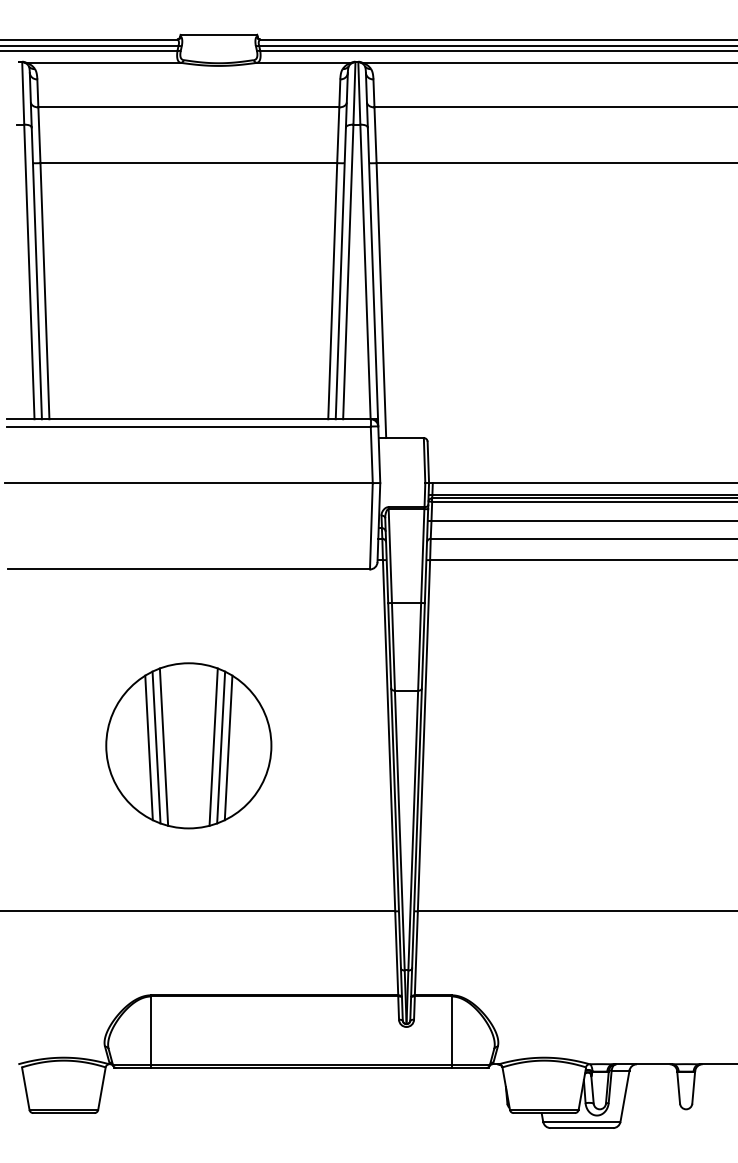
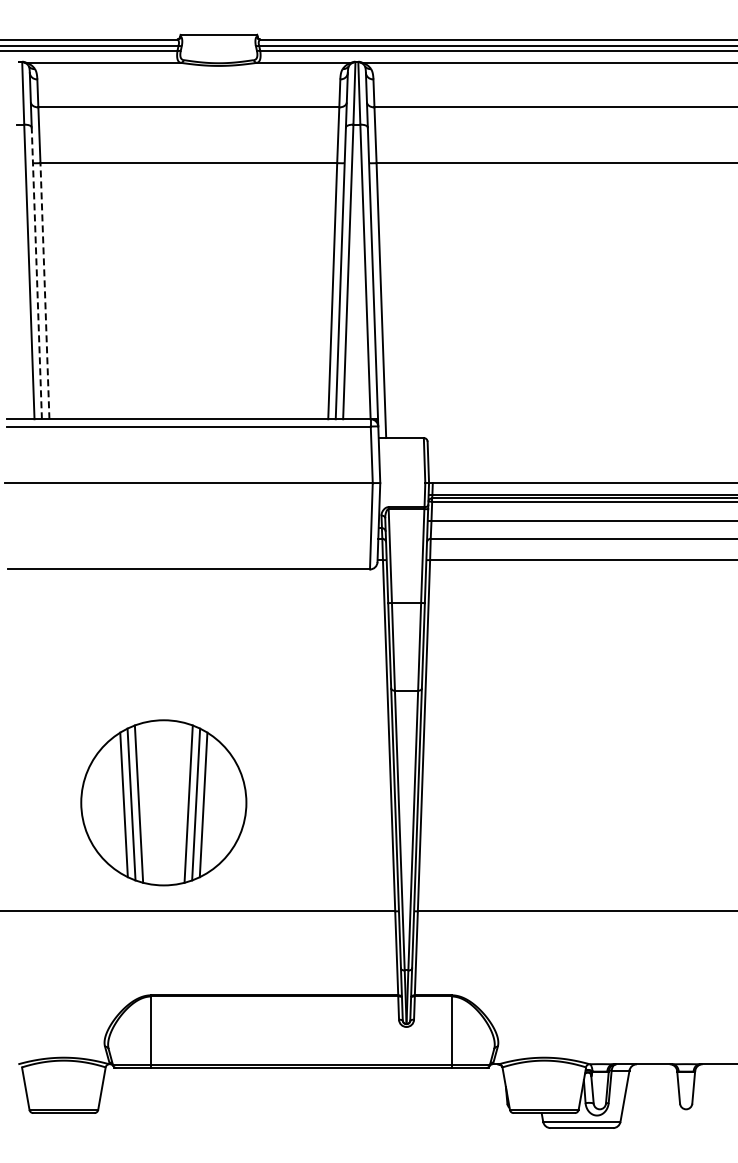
line at (36, 273): solid -> dashed
line at (44, 290): solid -> dashed
part at (188, 745) position: (188, 745) -> (163, 802)
